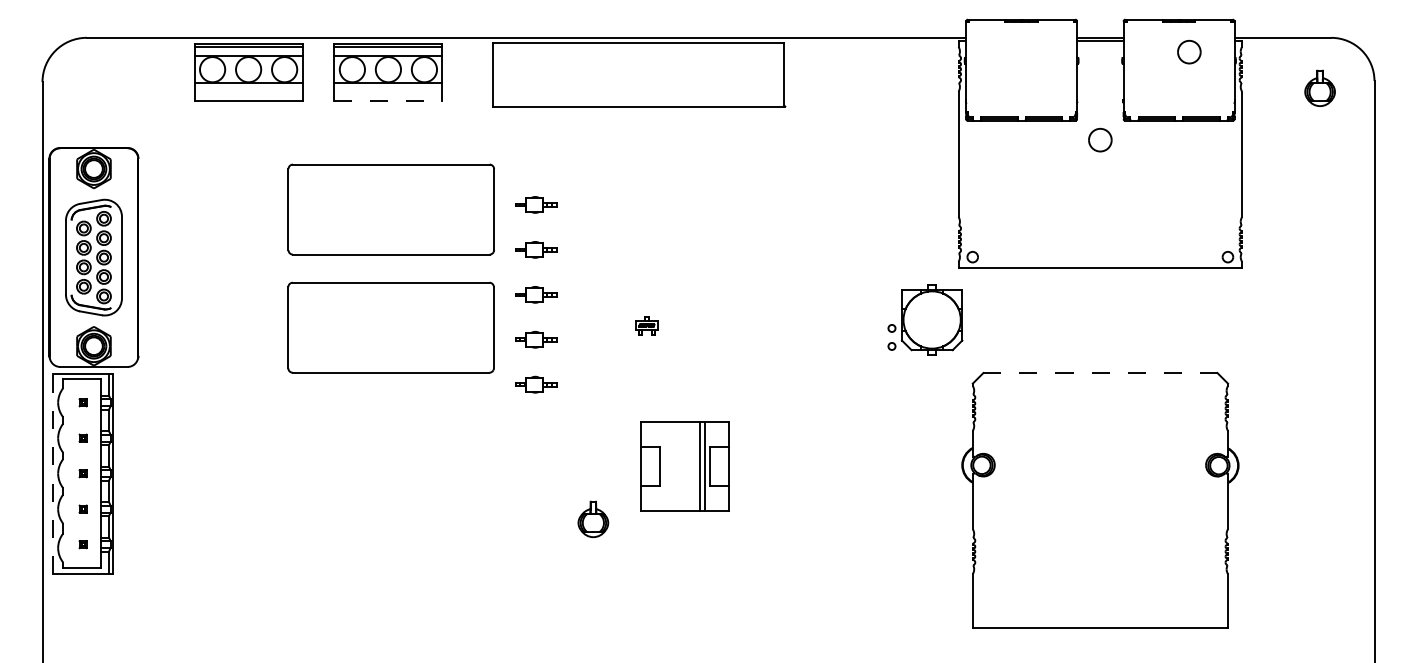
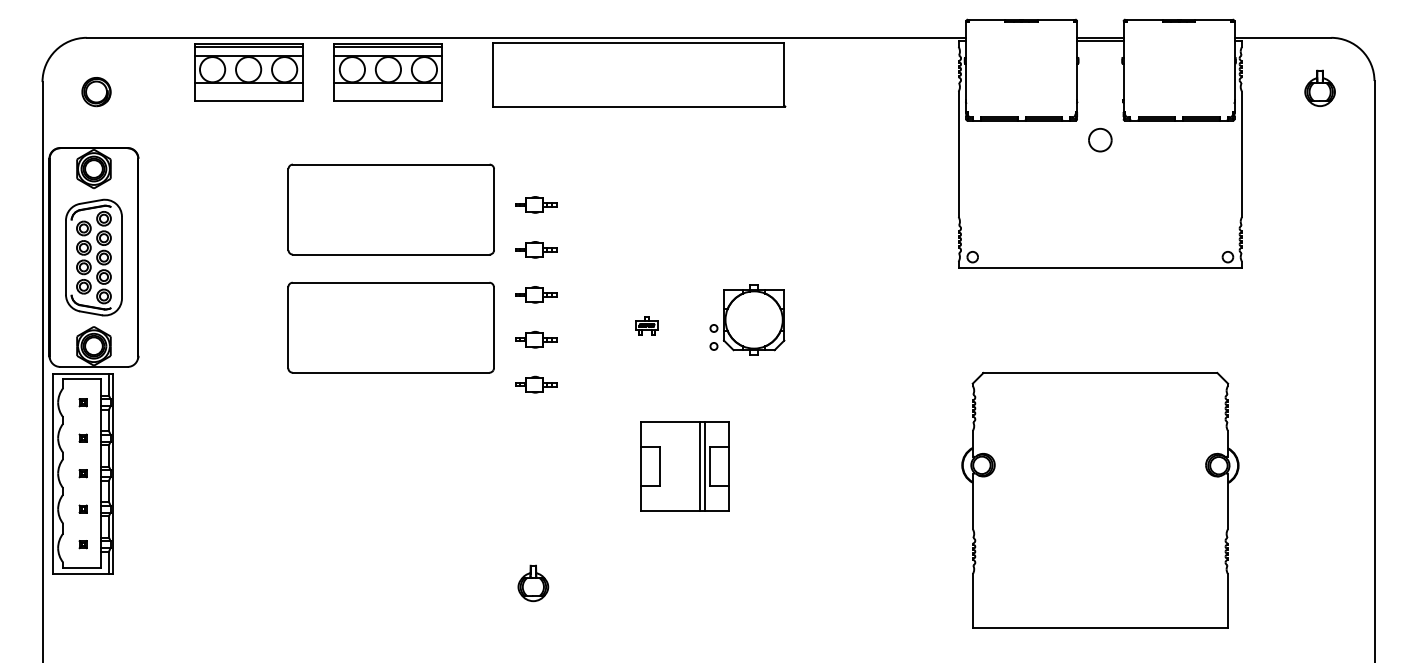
part at (1189, 51): present -> none
part at (96, 92): none -> present
line at (388, 101): dashed -> solid
part at (925, 319) position: (925, 319) -> (747, 319)
line at (1100, 373): dashed -> solid
line at (52, 473): dashed -> solid
part at (593, 519) position: (593, 519) -> (533, 583)
